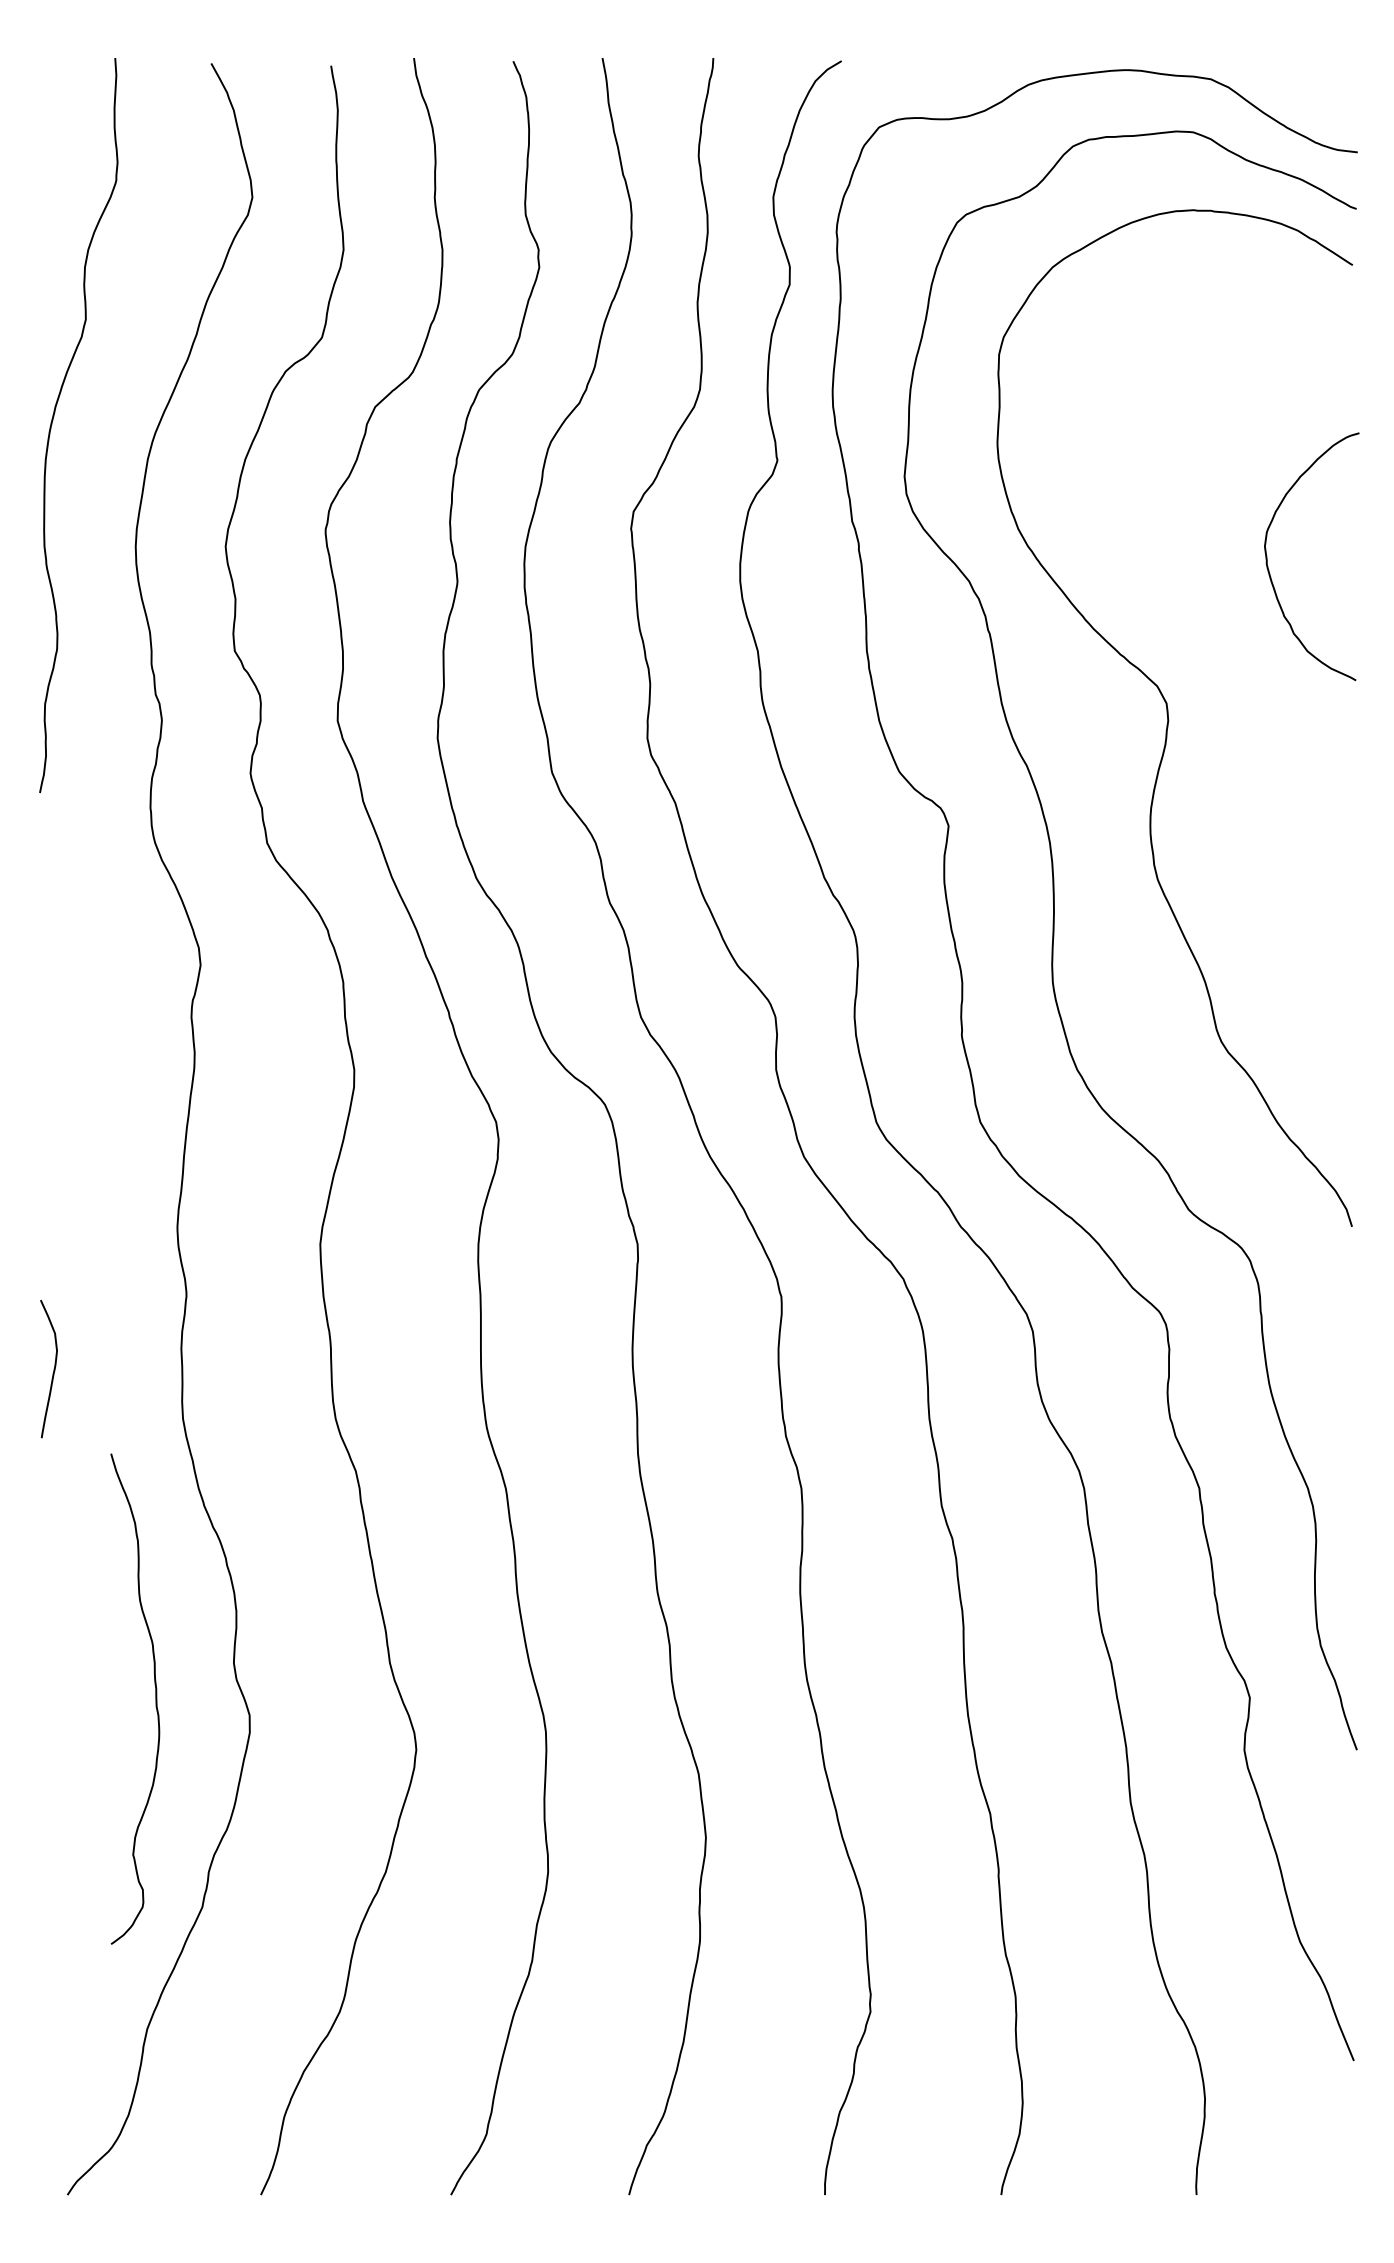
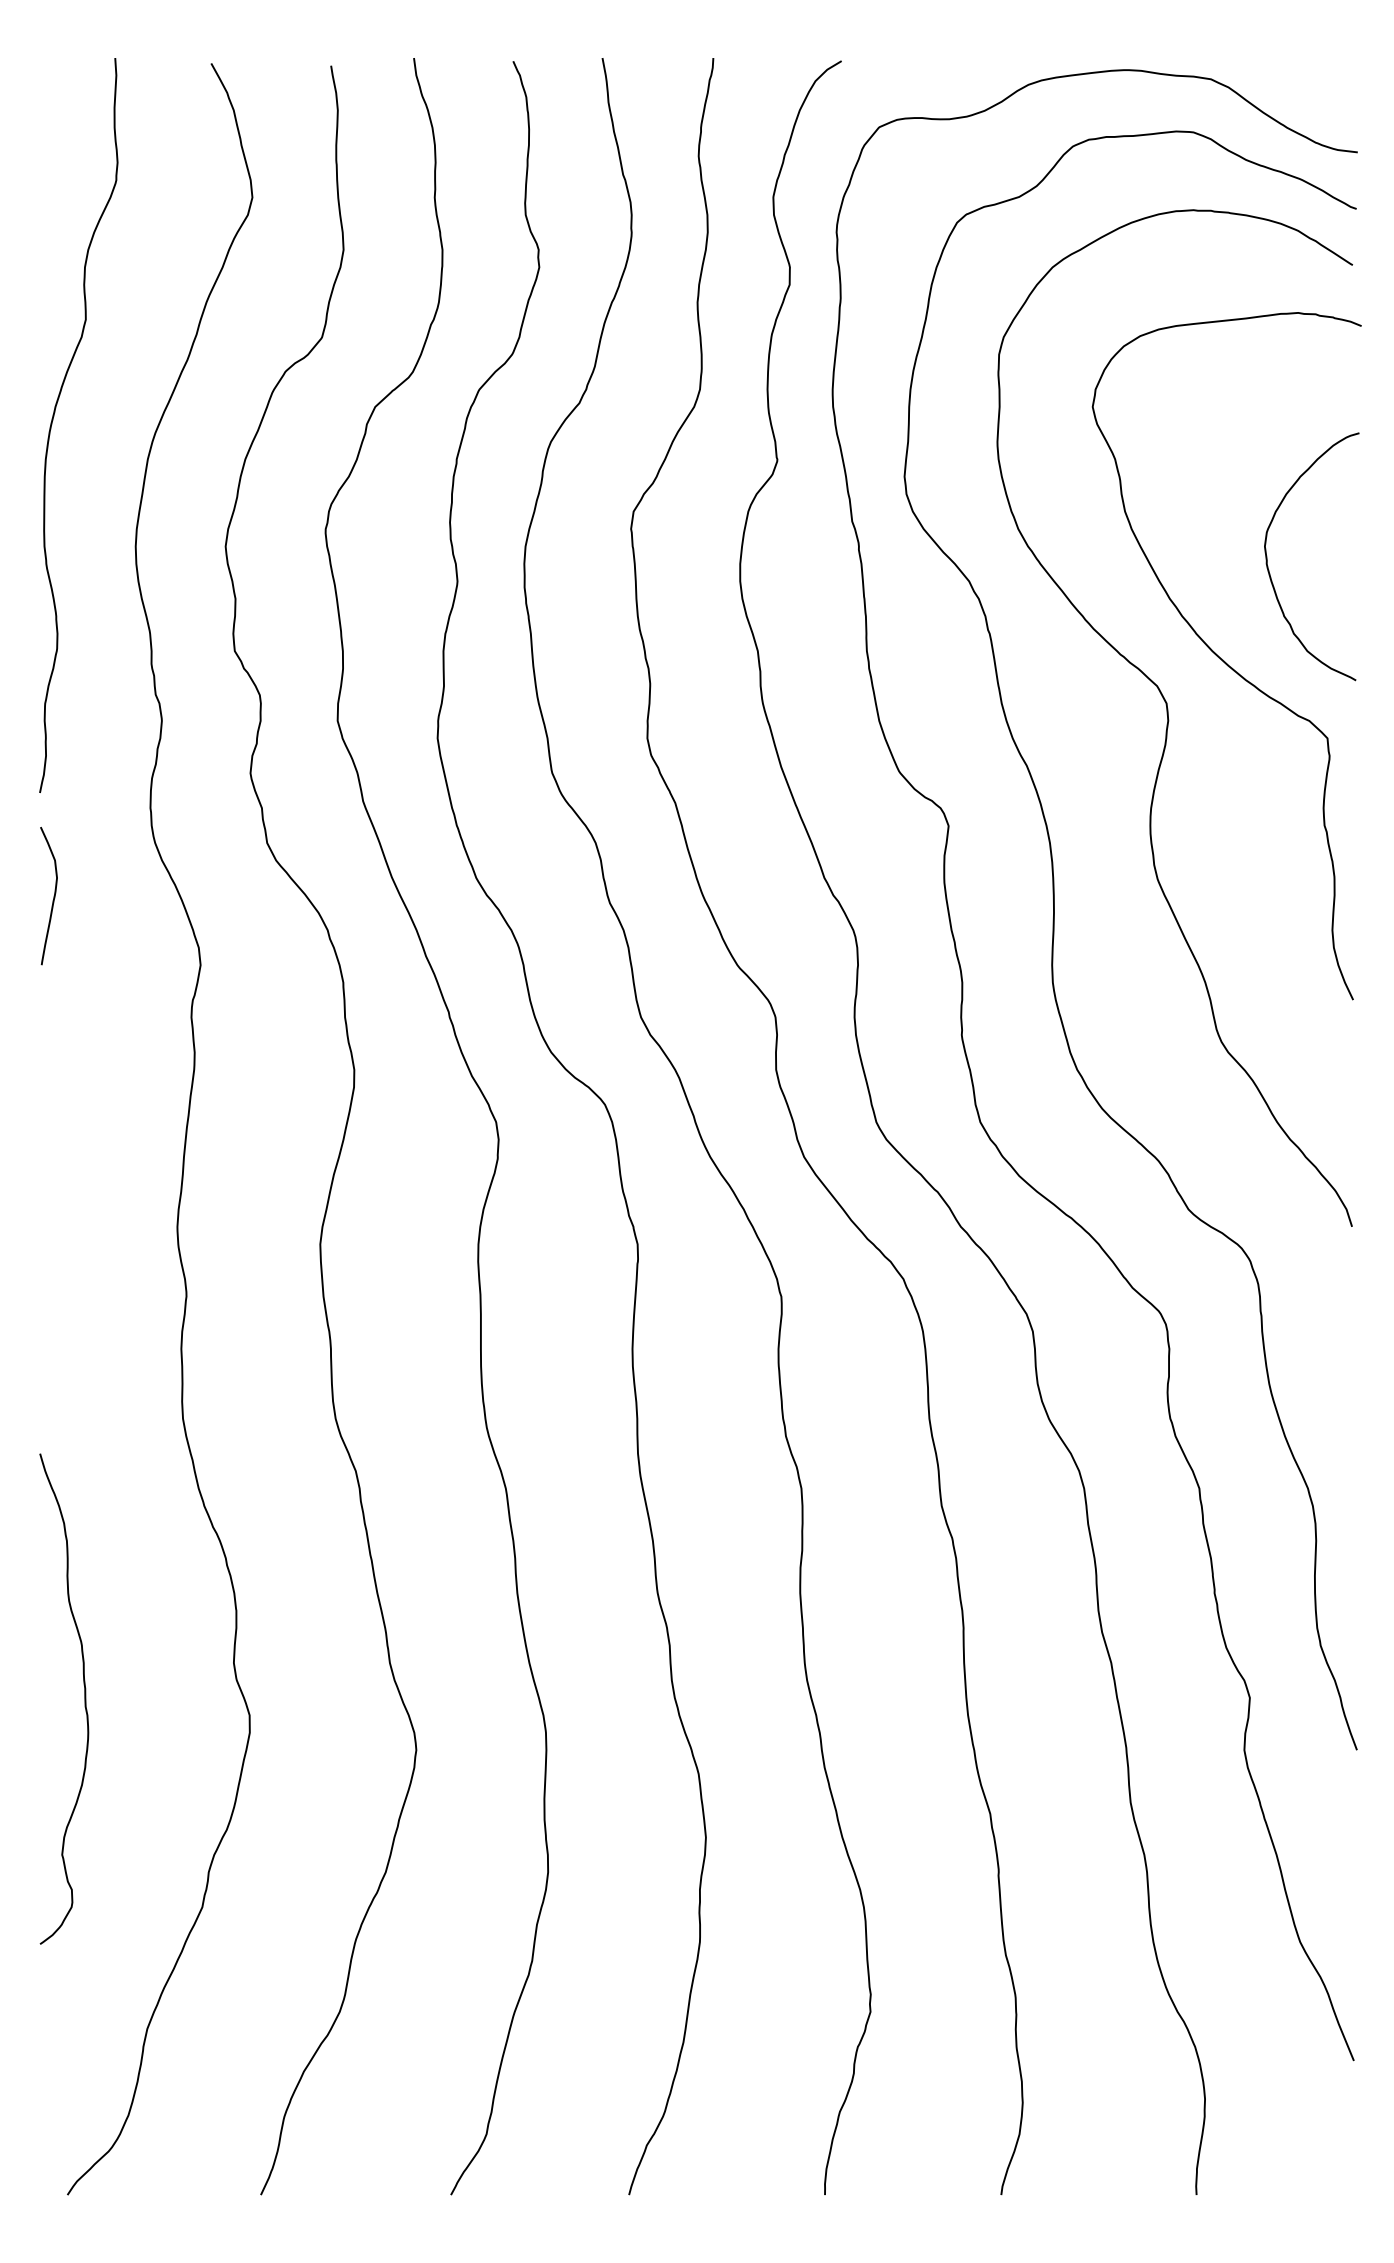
curve at (1223, 659): none -> present
curve at (53, 1369) position: (53, 1369) -> (53, 896)
curve at (155, 1698) position: (155, 1698) -> (84, 1698)
